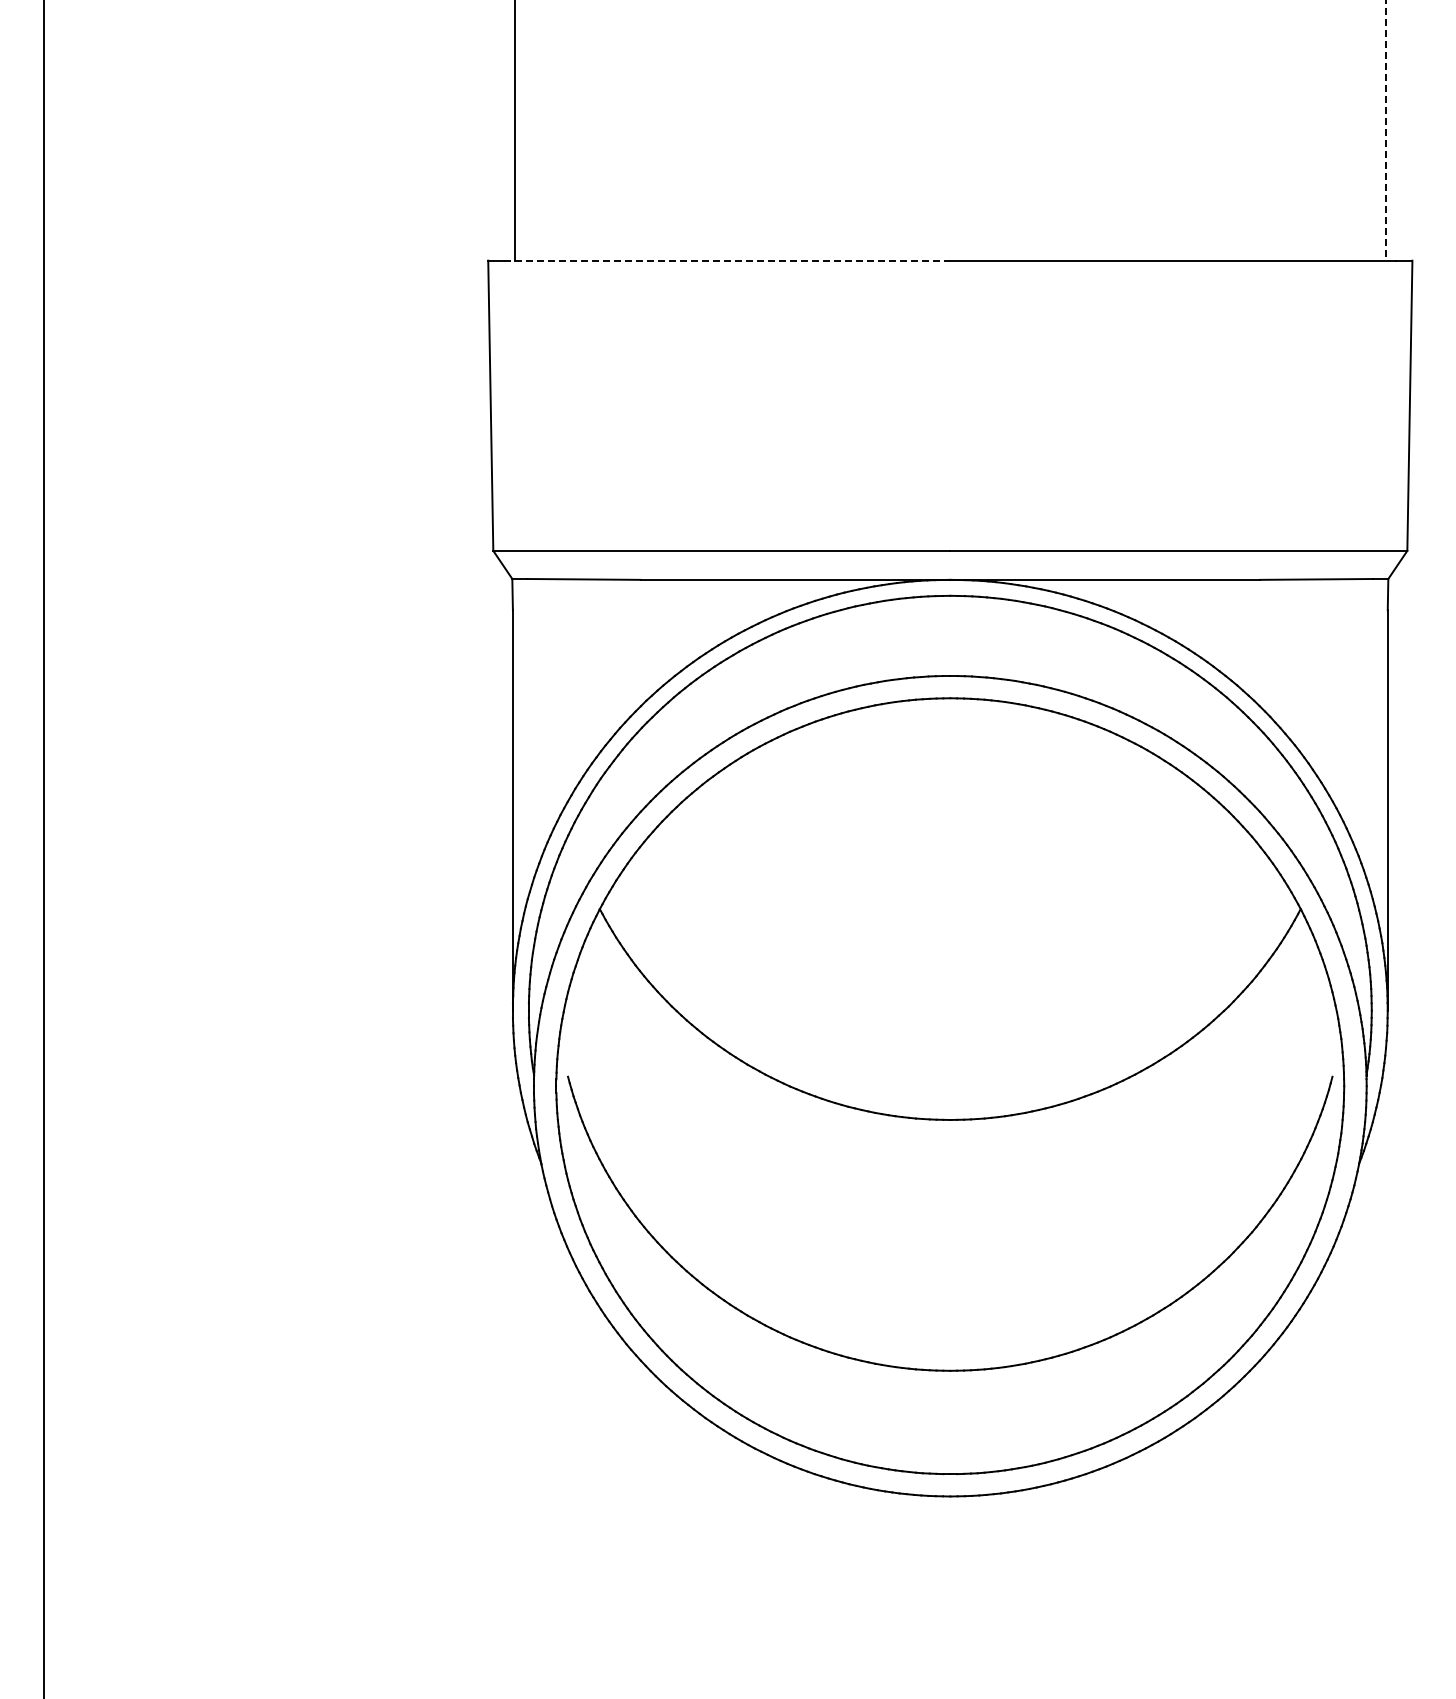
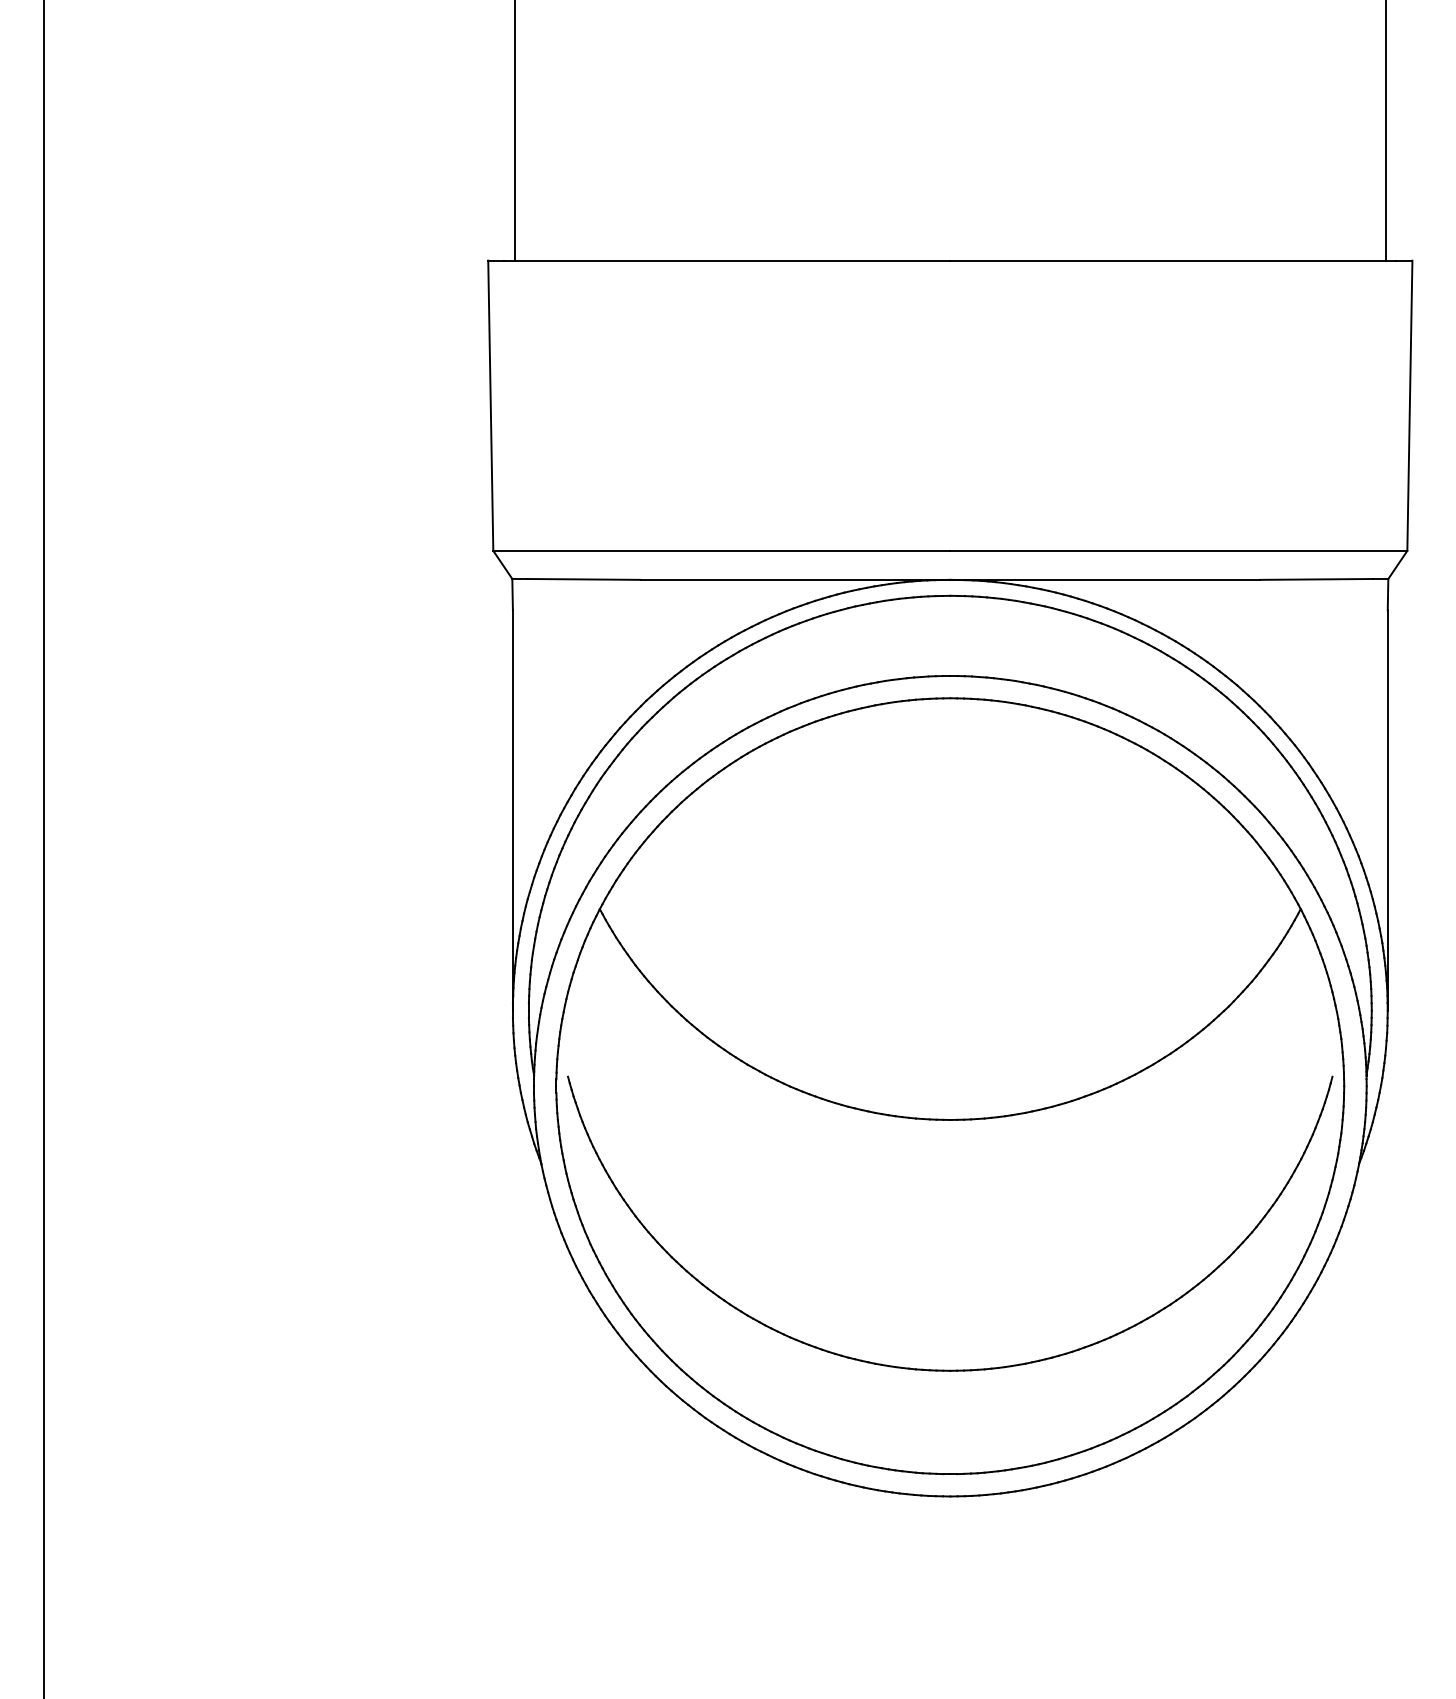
line at (1385, 130): dashed -> solid
line at (727, 260): dashed -> solid
